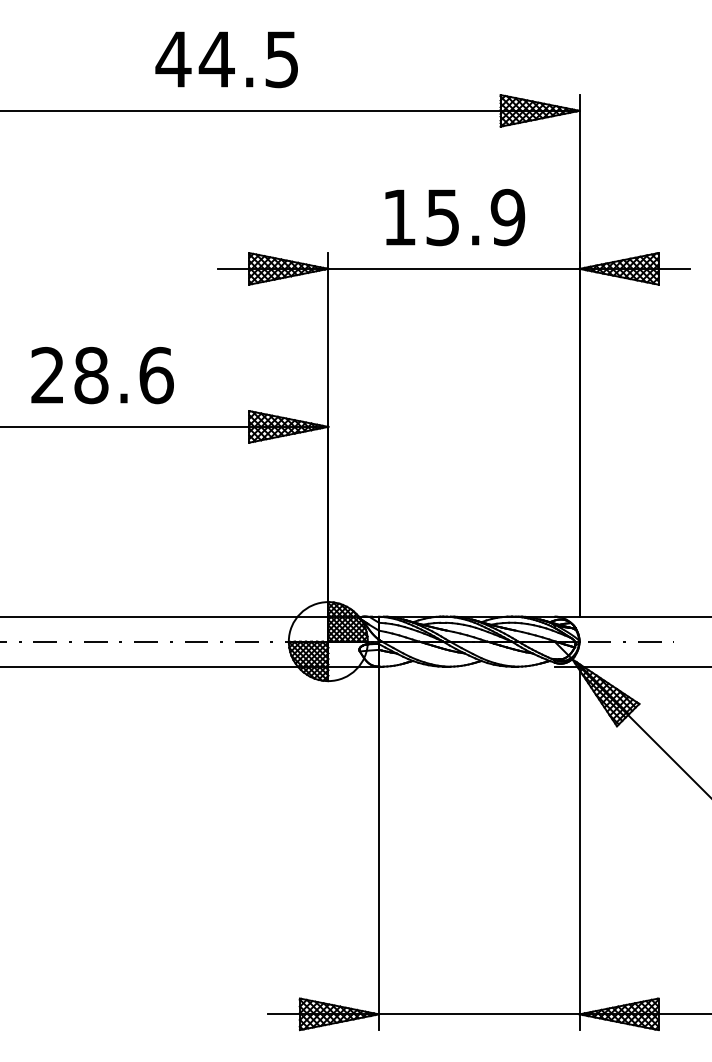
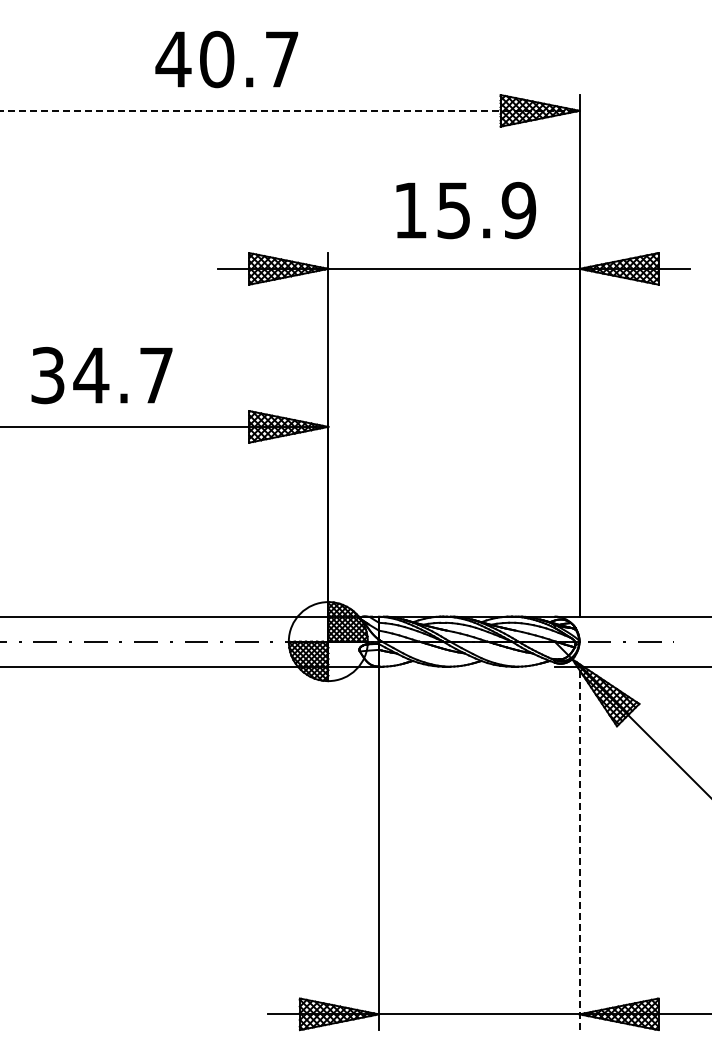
text at (248, 59): 44.5 -> 40.7
line at (289, 110): solid -> dashed
text at (455, 217) position: (455, 217) -> (466, 210)
text at (102, 375): 28.6 -> 34.7
line at (579, 848): solid -> dashed
